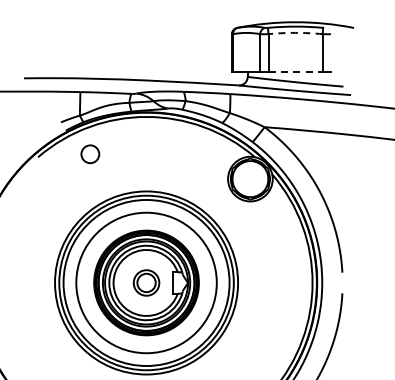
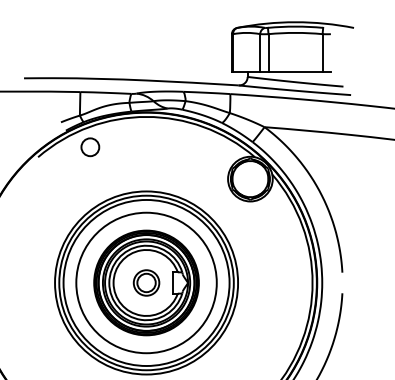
arc at (295, 32): dashed -> solid
line at (296, 72): dashed -> solid
circle at (90, 154) position: (90, 154) -> (90, 147)
